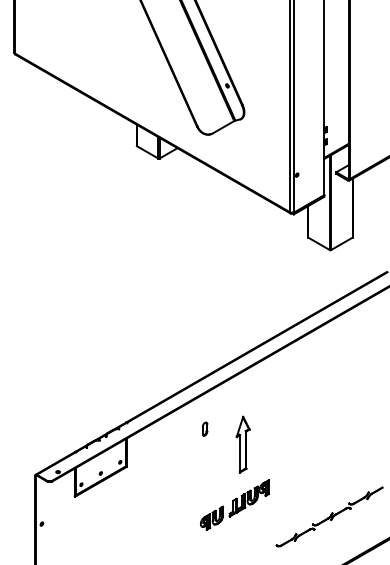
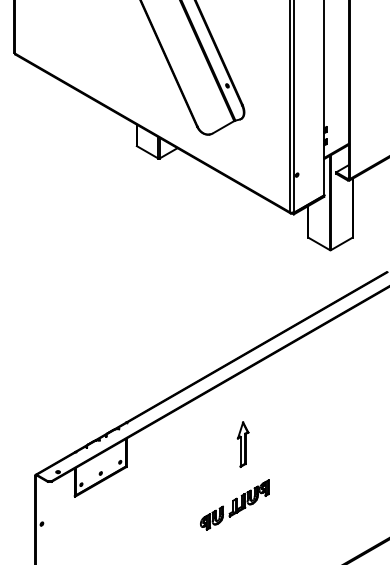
part at (205, 428): present -> none
part at (242, 444) size: 16x59 px -> 14x47 px
part at (329, 516): present -> none
